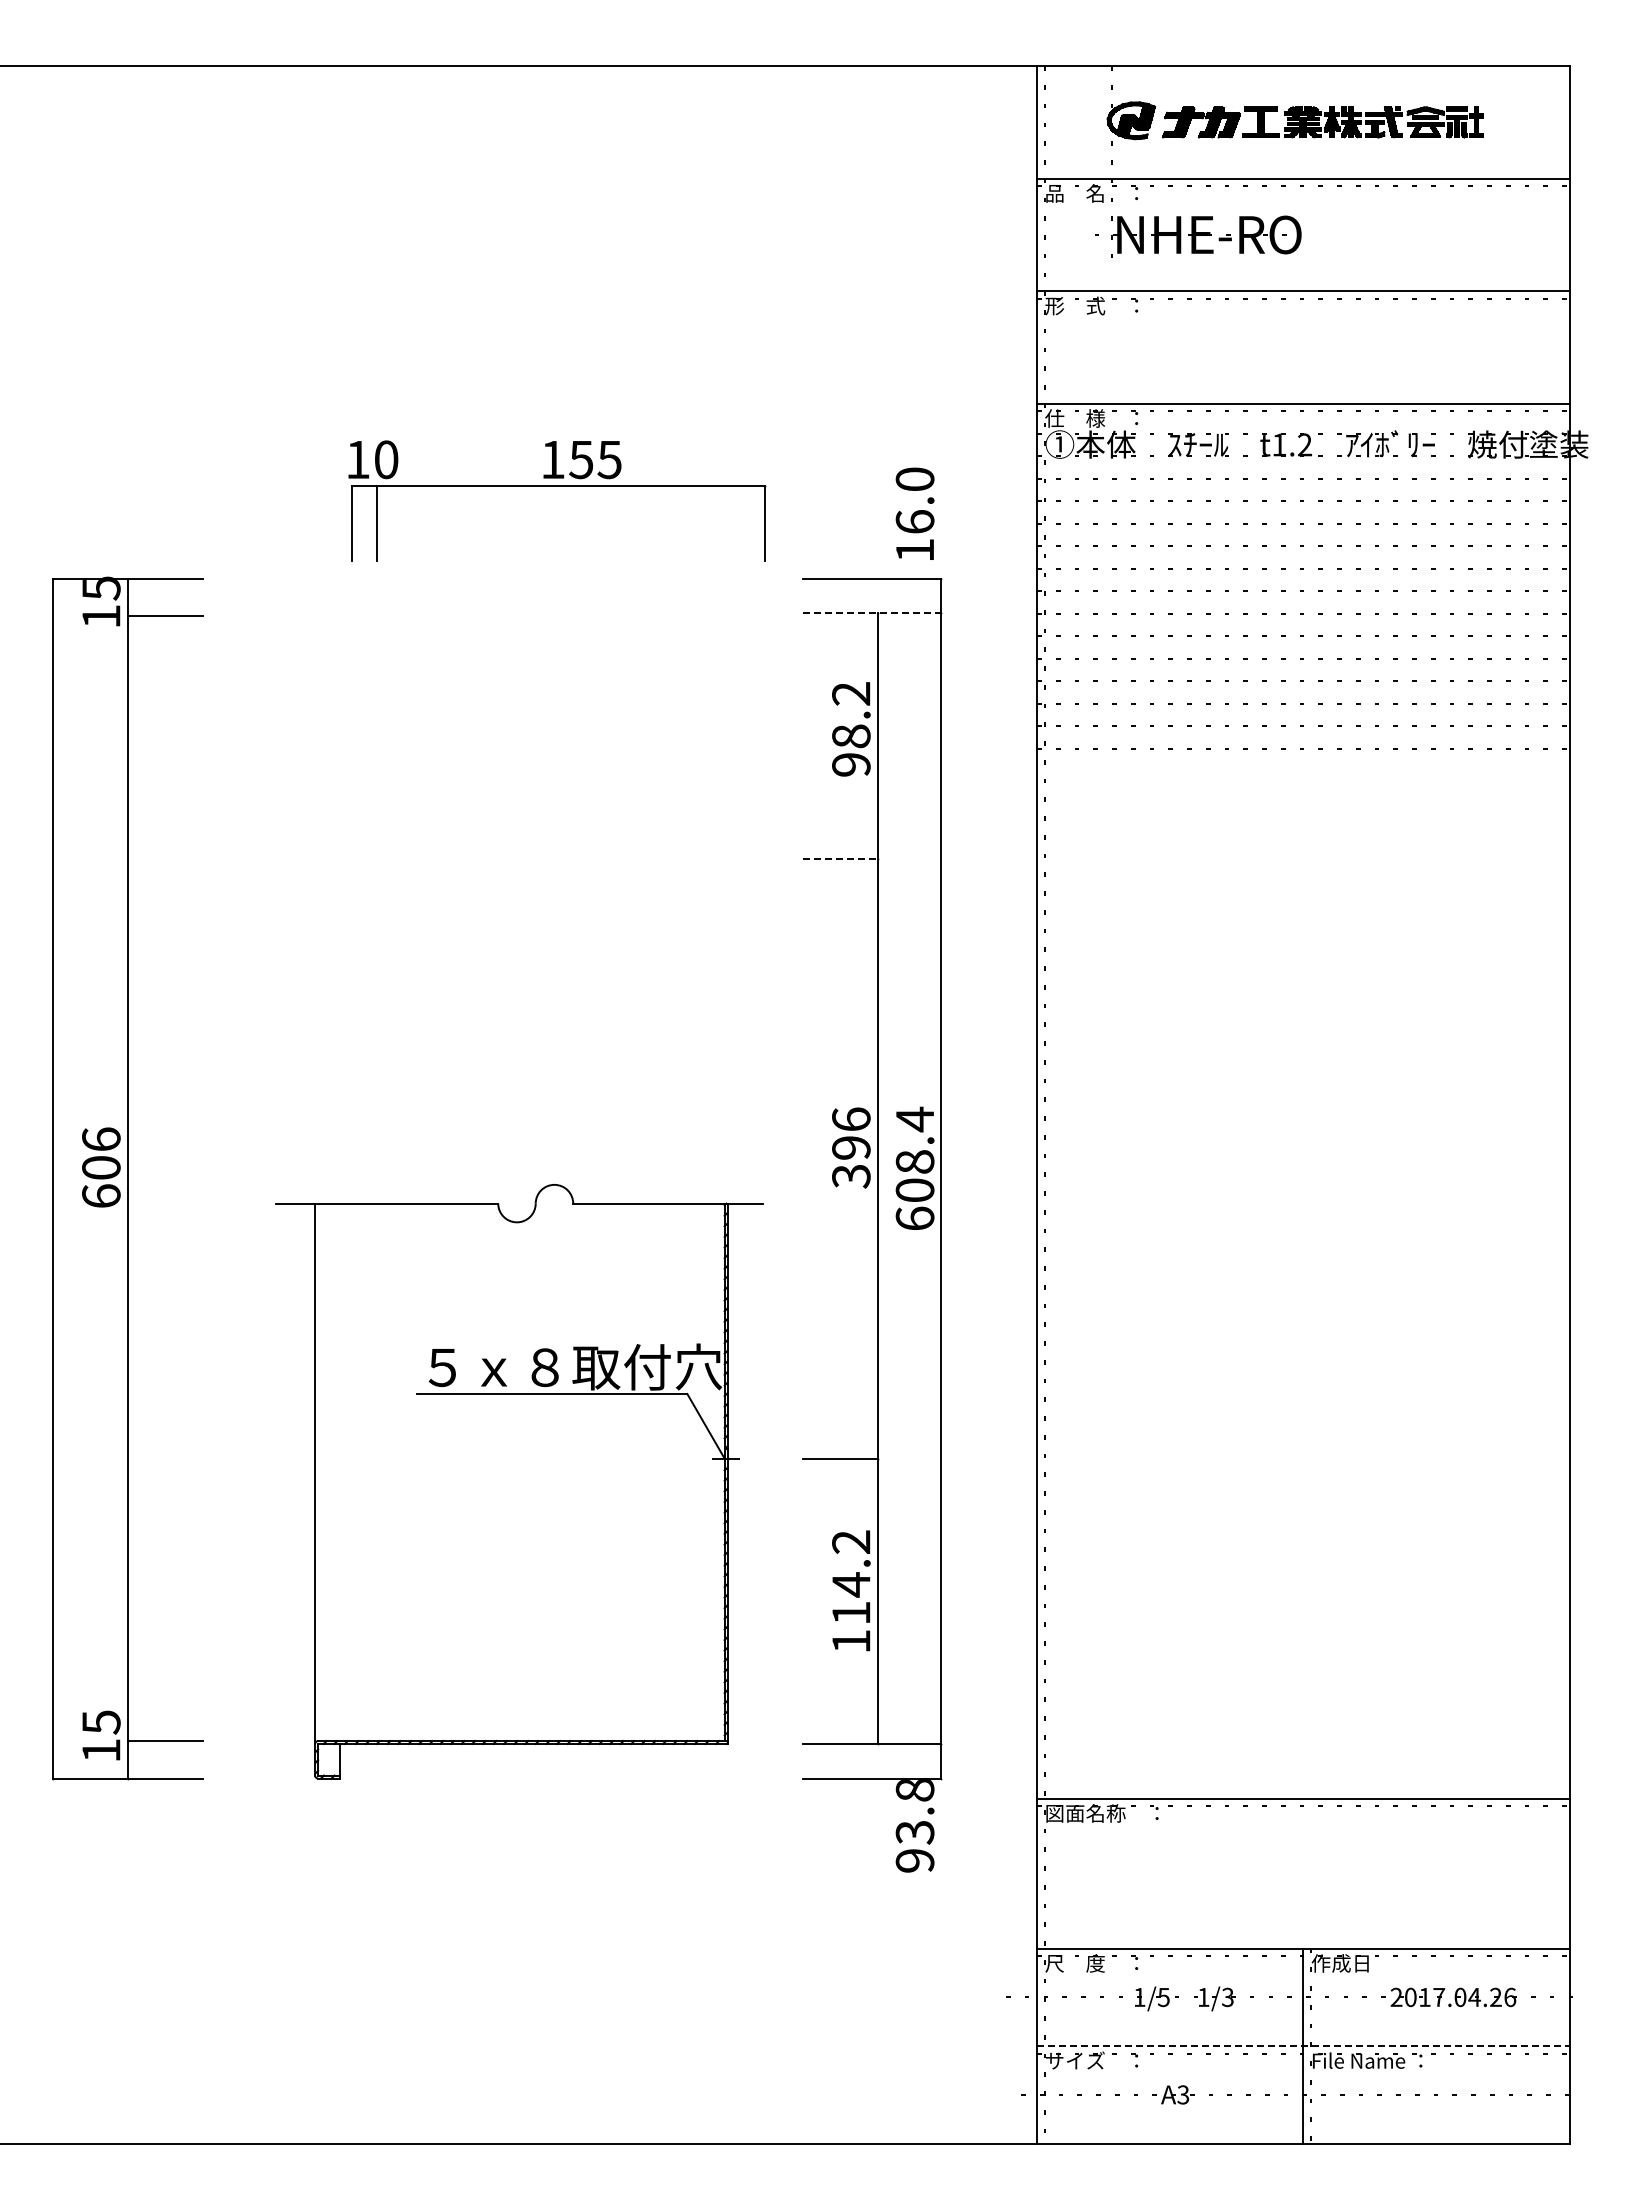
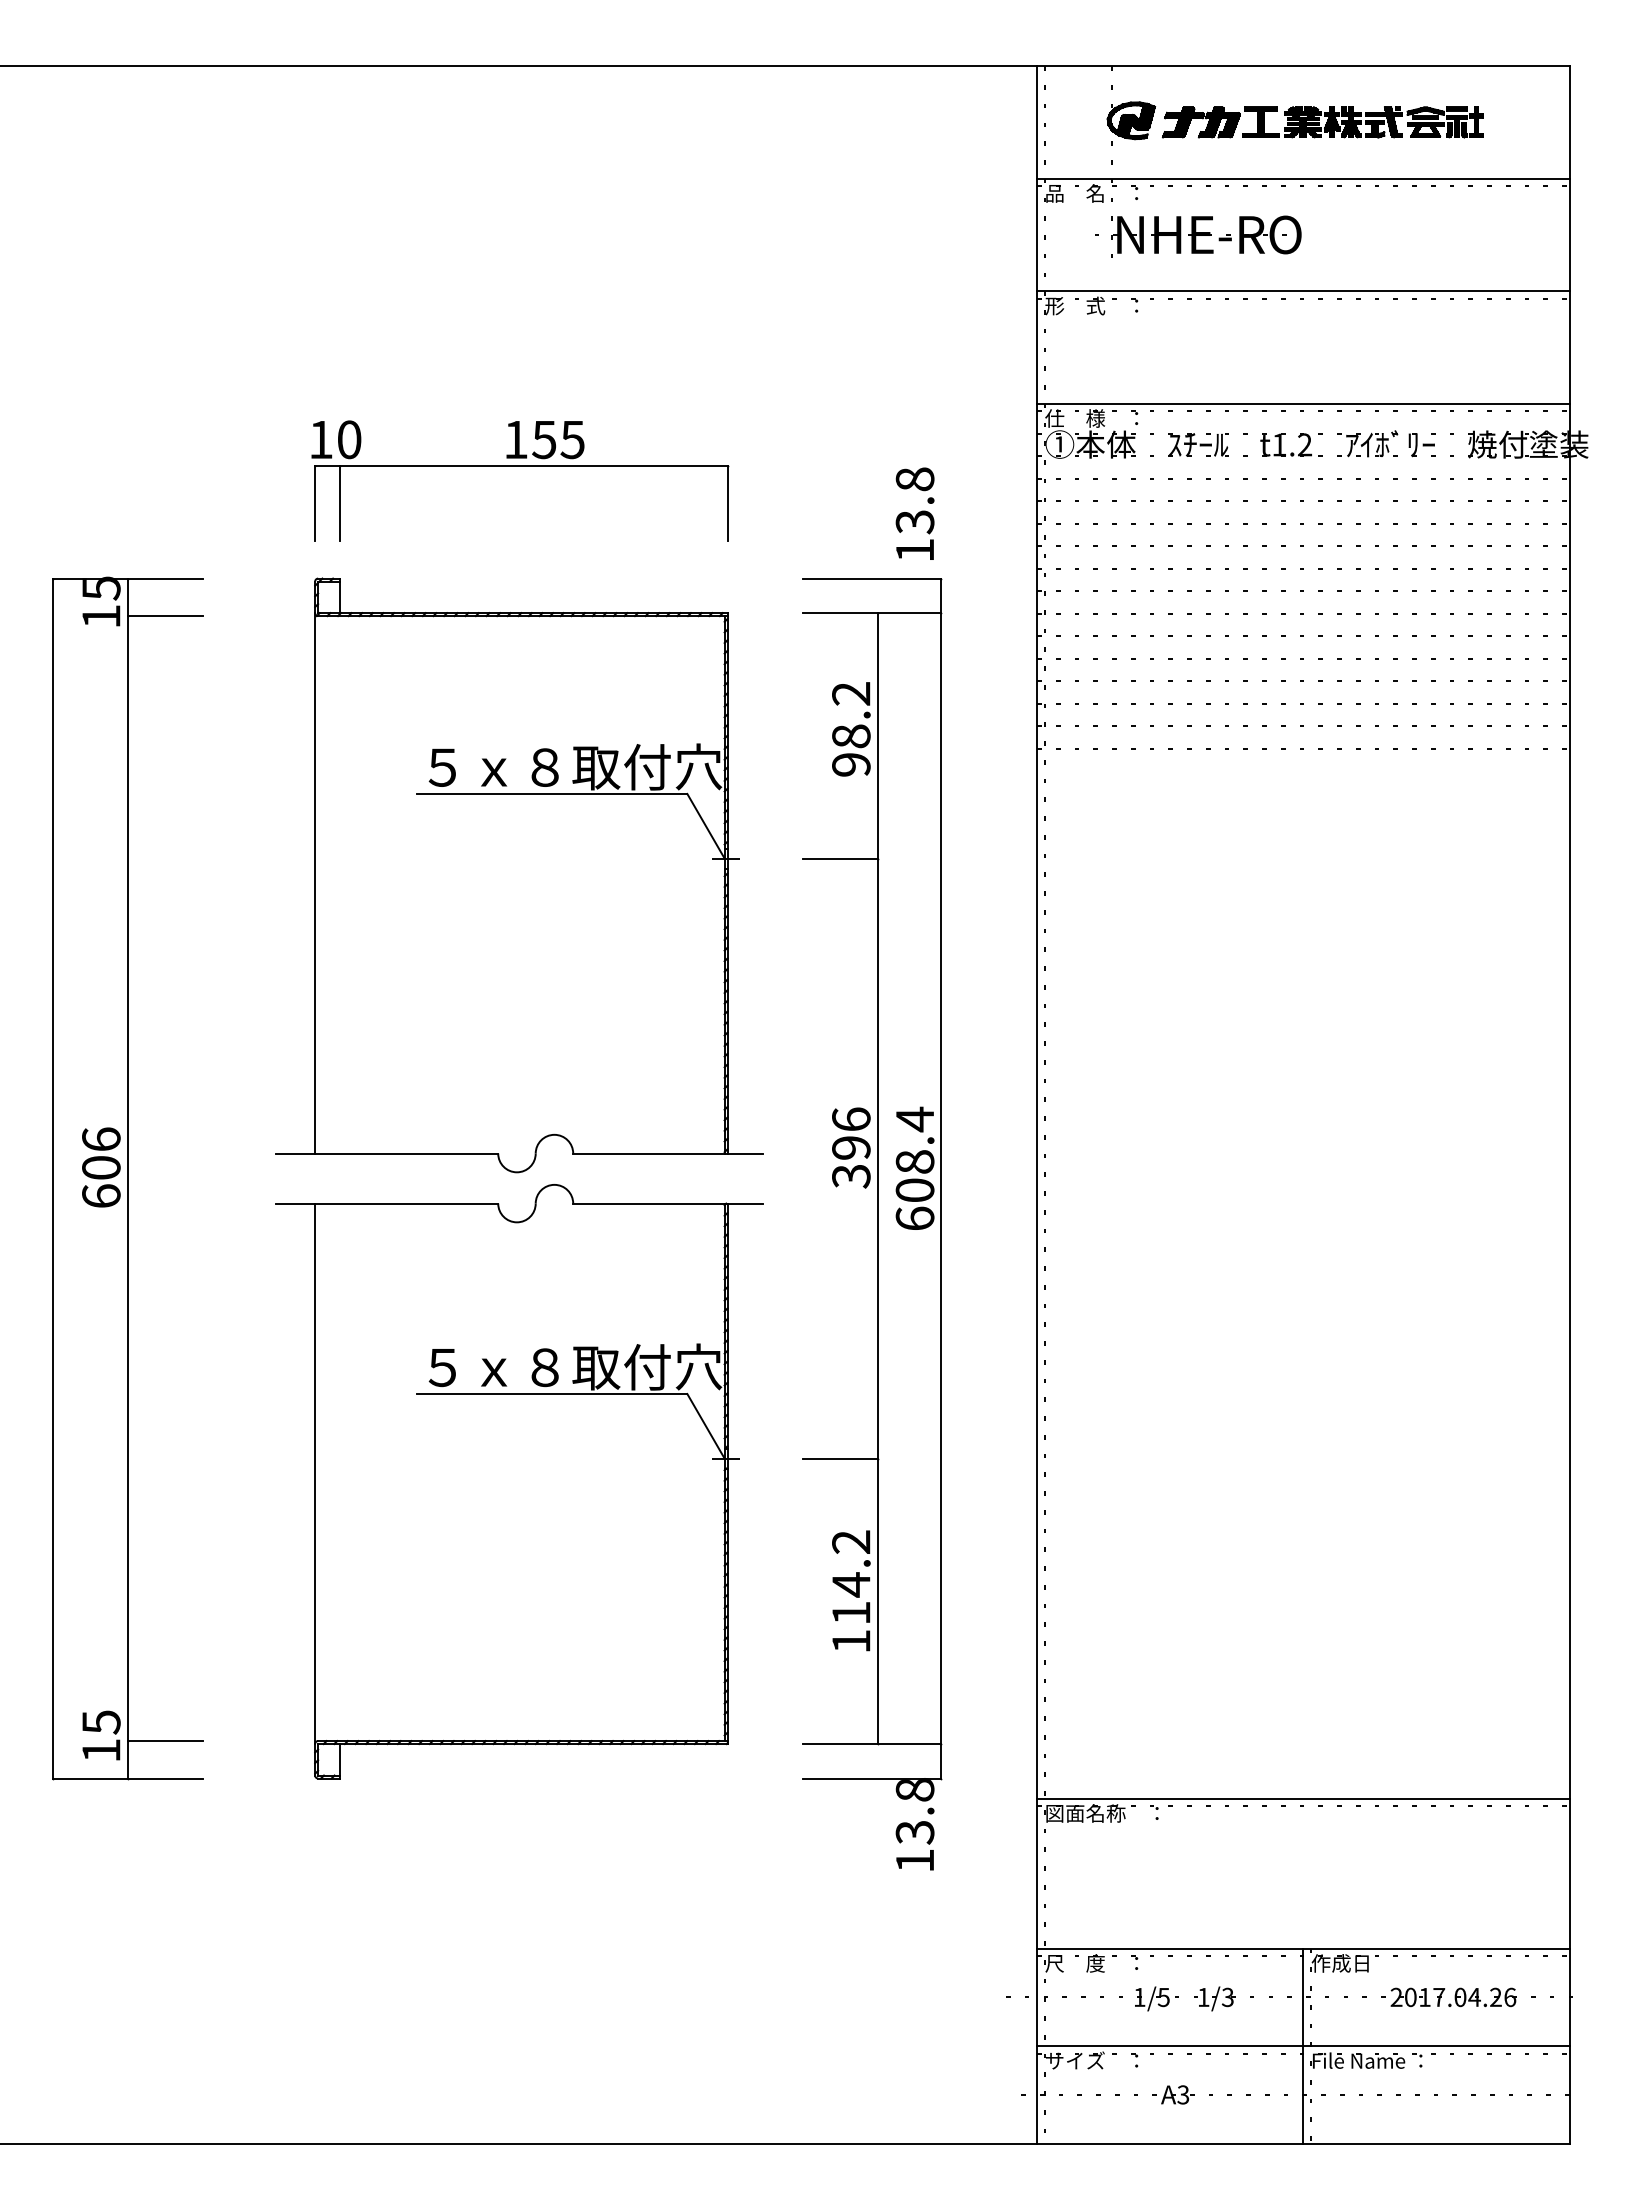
part at (557, 486) position: (557, 486) -> (520, 466)
text at (914, 500): 16.0 -> 13.8
line at (872, 613): dashed -> solid
line at (840, 858): dashed -> solid
part at (519, 875): none -> present
text at (914, 1860): 93.8 -> 13.8
line at (1303, 2046): dashed -> solid
